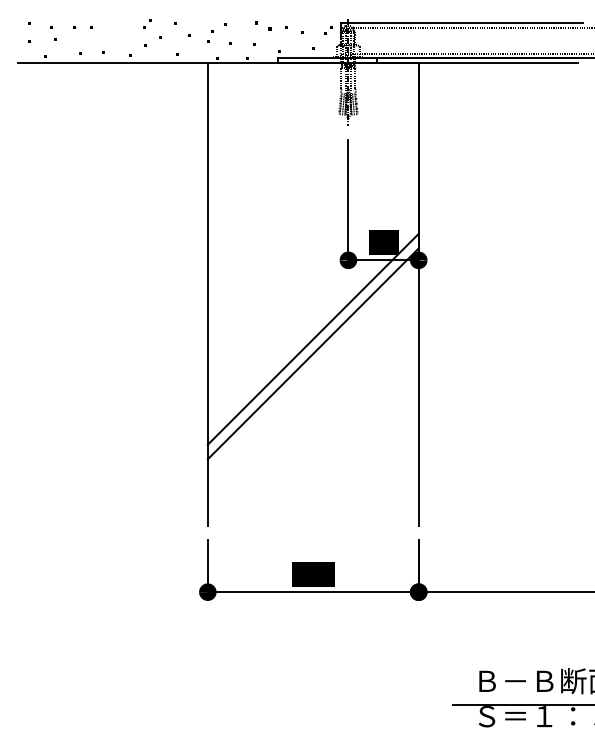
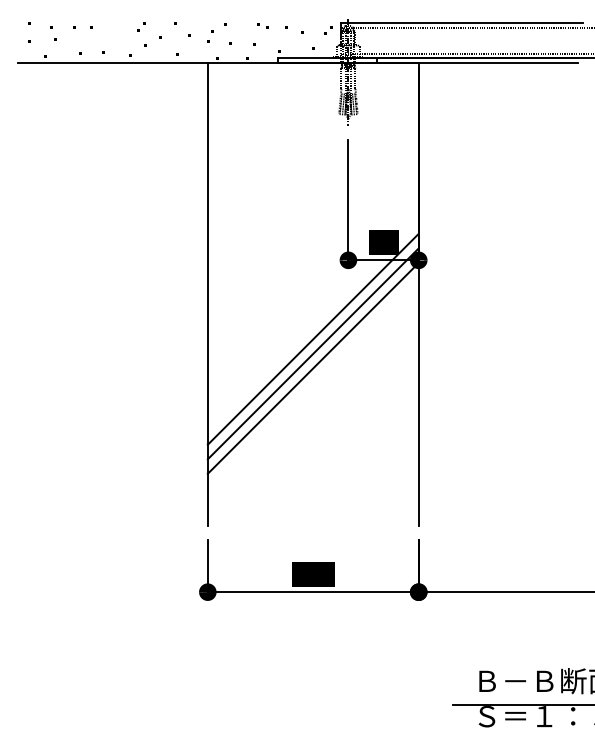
part at (147, 23) position: (147, 23) -> (141, 26)
part at (263, 25) size: 17x10 px -> 12x6 px
line at (312, 367): none -> present
